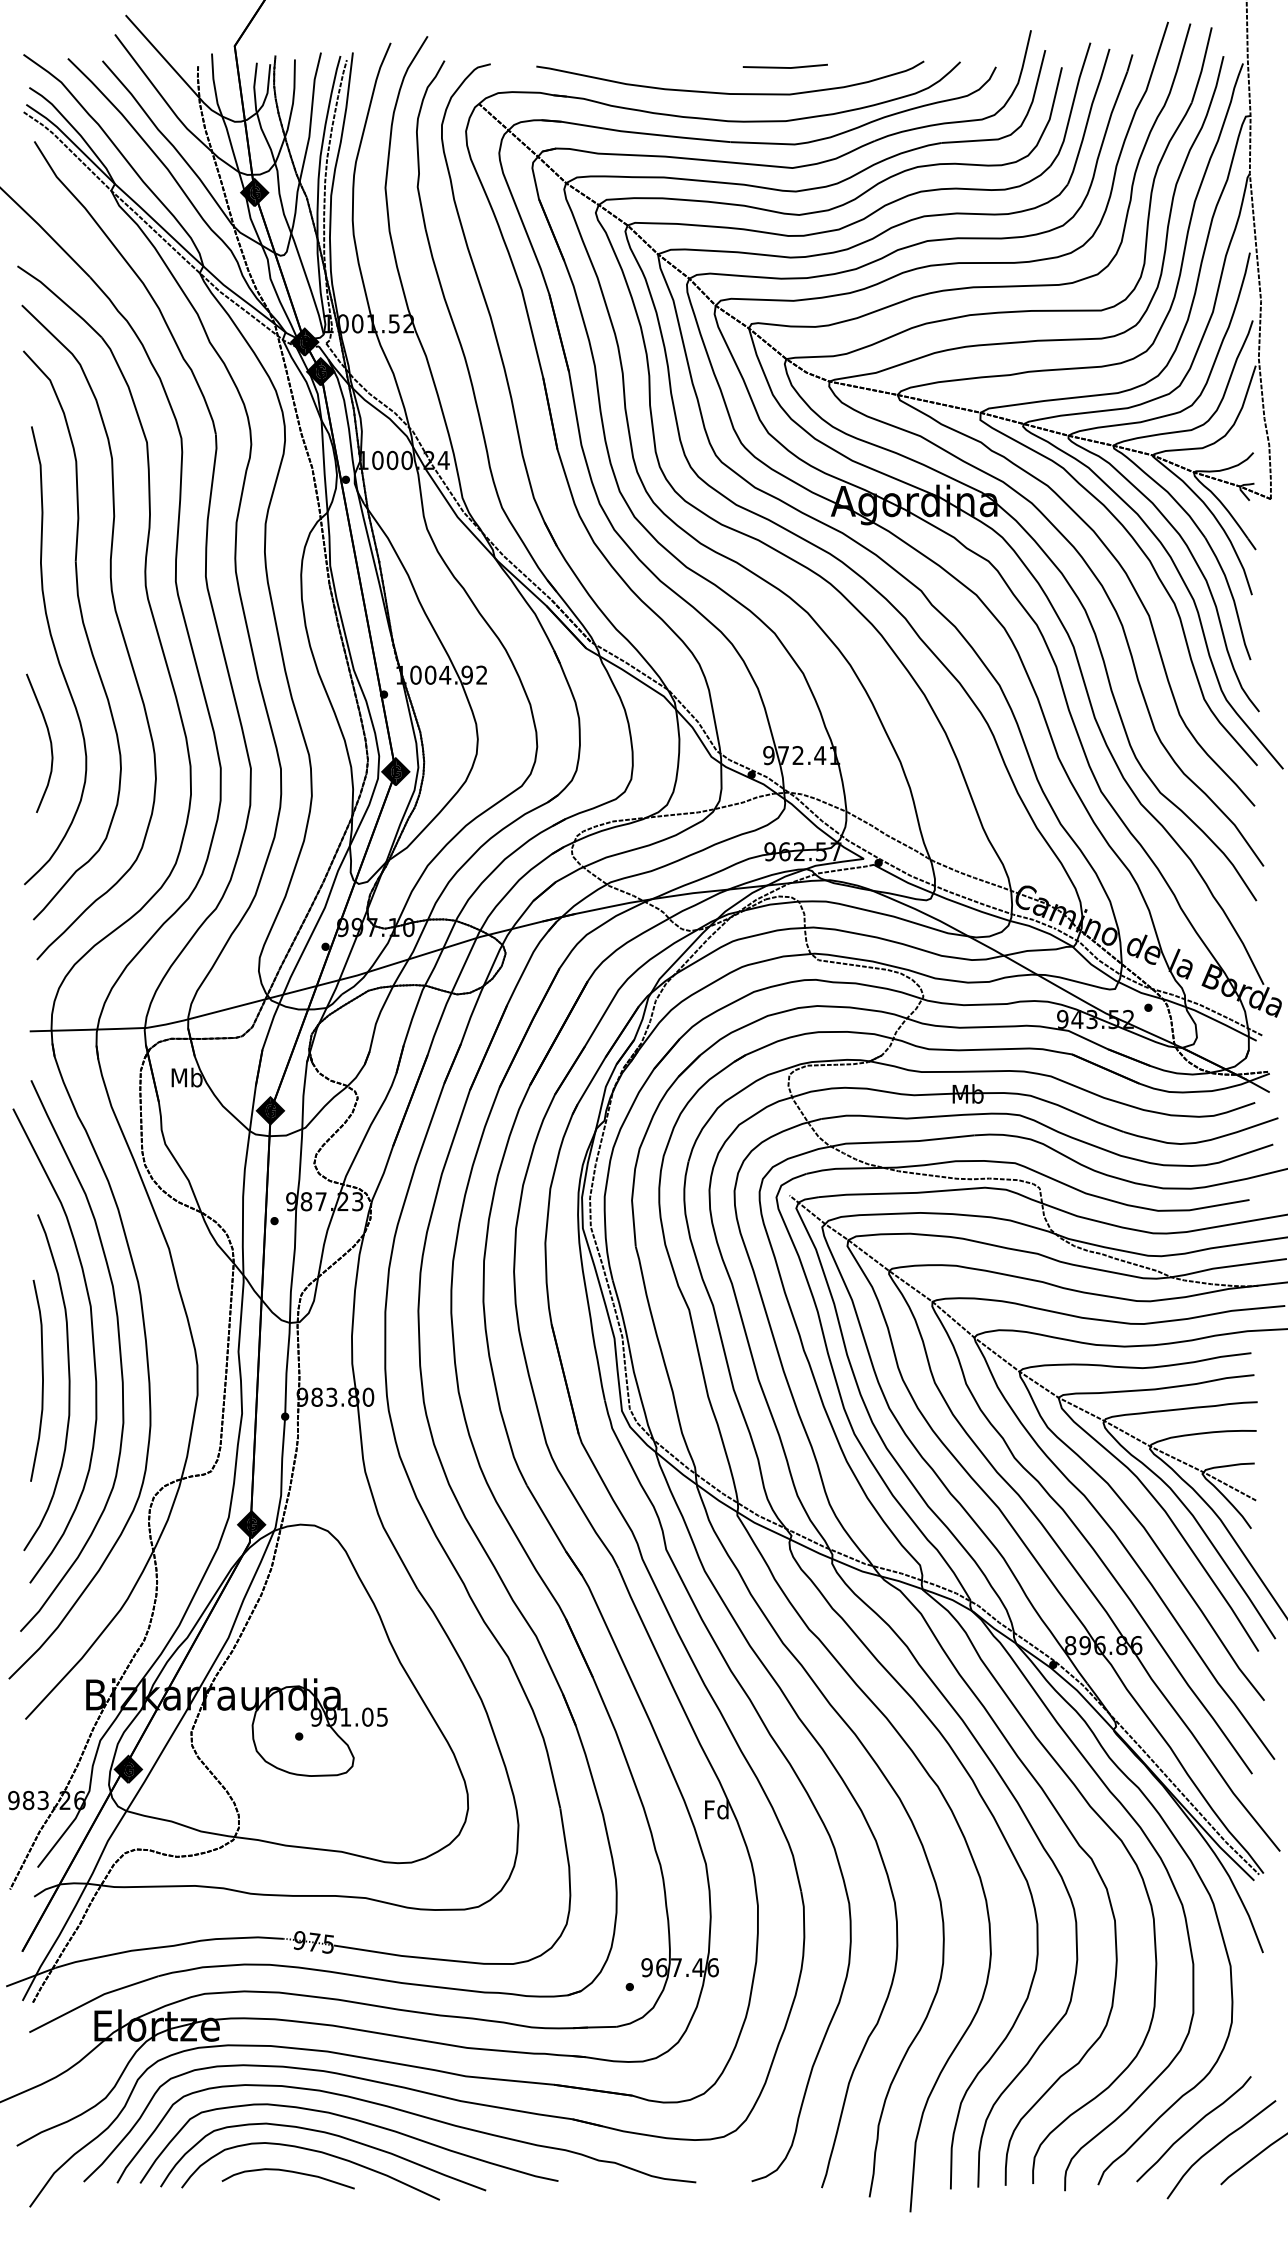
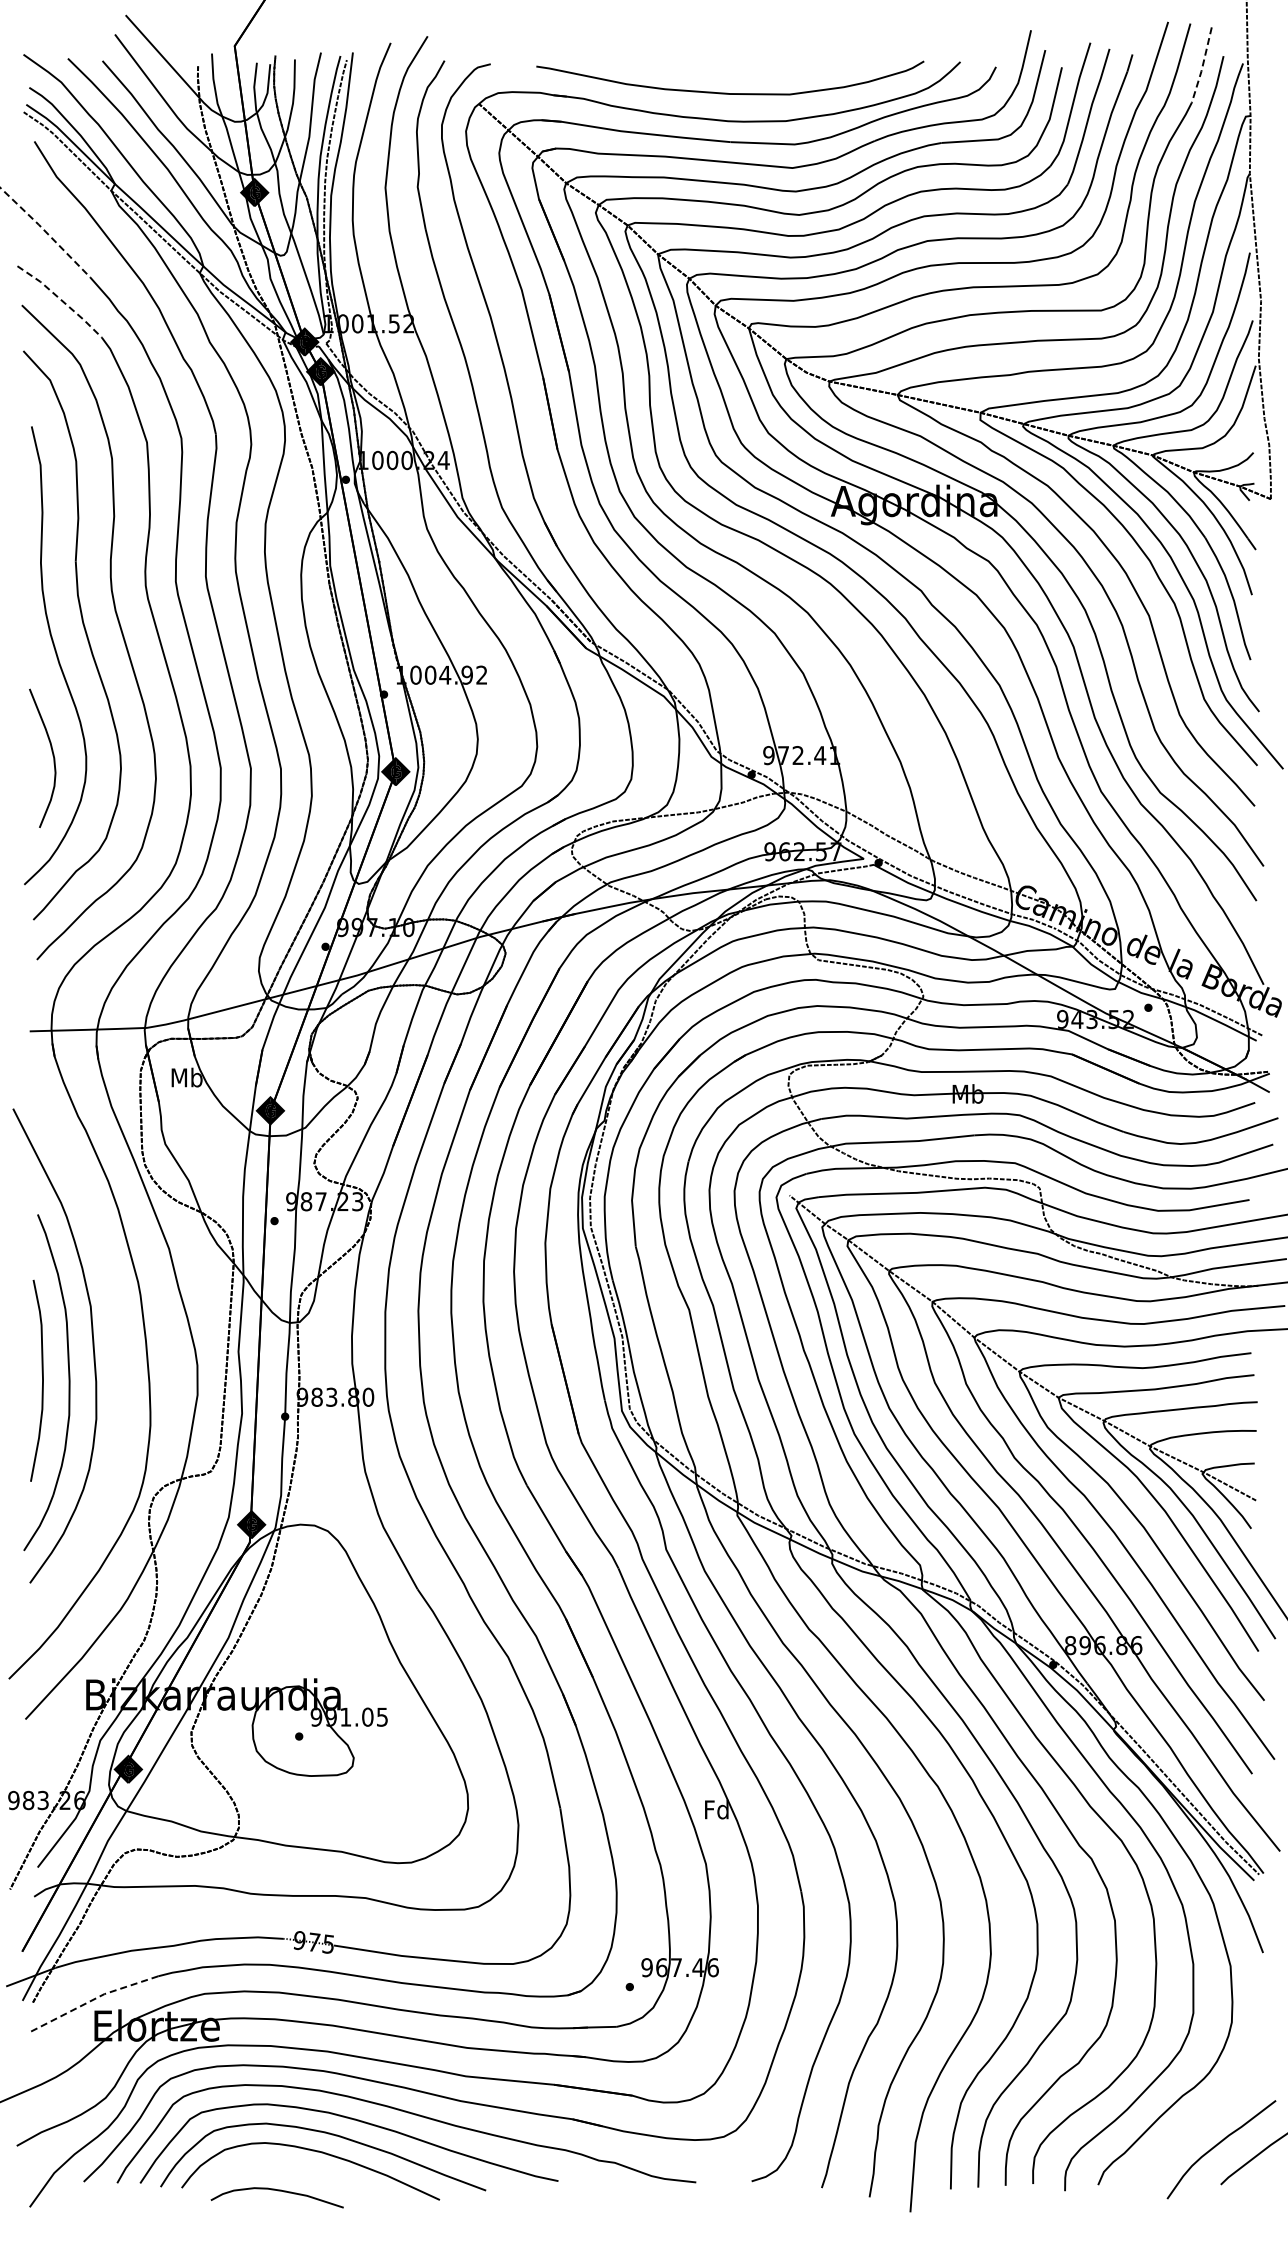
line at (1202, 65): solid -> dashed
line at (784, 67): present -> none
line at (45, 231): solid -> dashed
line at (61, 300): solid -> dashed
curve at (49, 740) position: (49, 740) -> (52, 755)
curve at (119, 1355): present -> none
line at (92, 2000): solid -> dashed
curve at (1192, 2128): present -> none
curve at (288, 2172) position: (288, 2172) -> (277, 2191)
